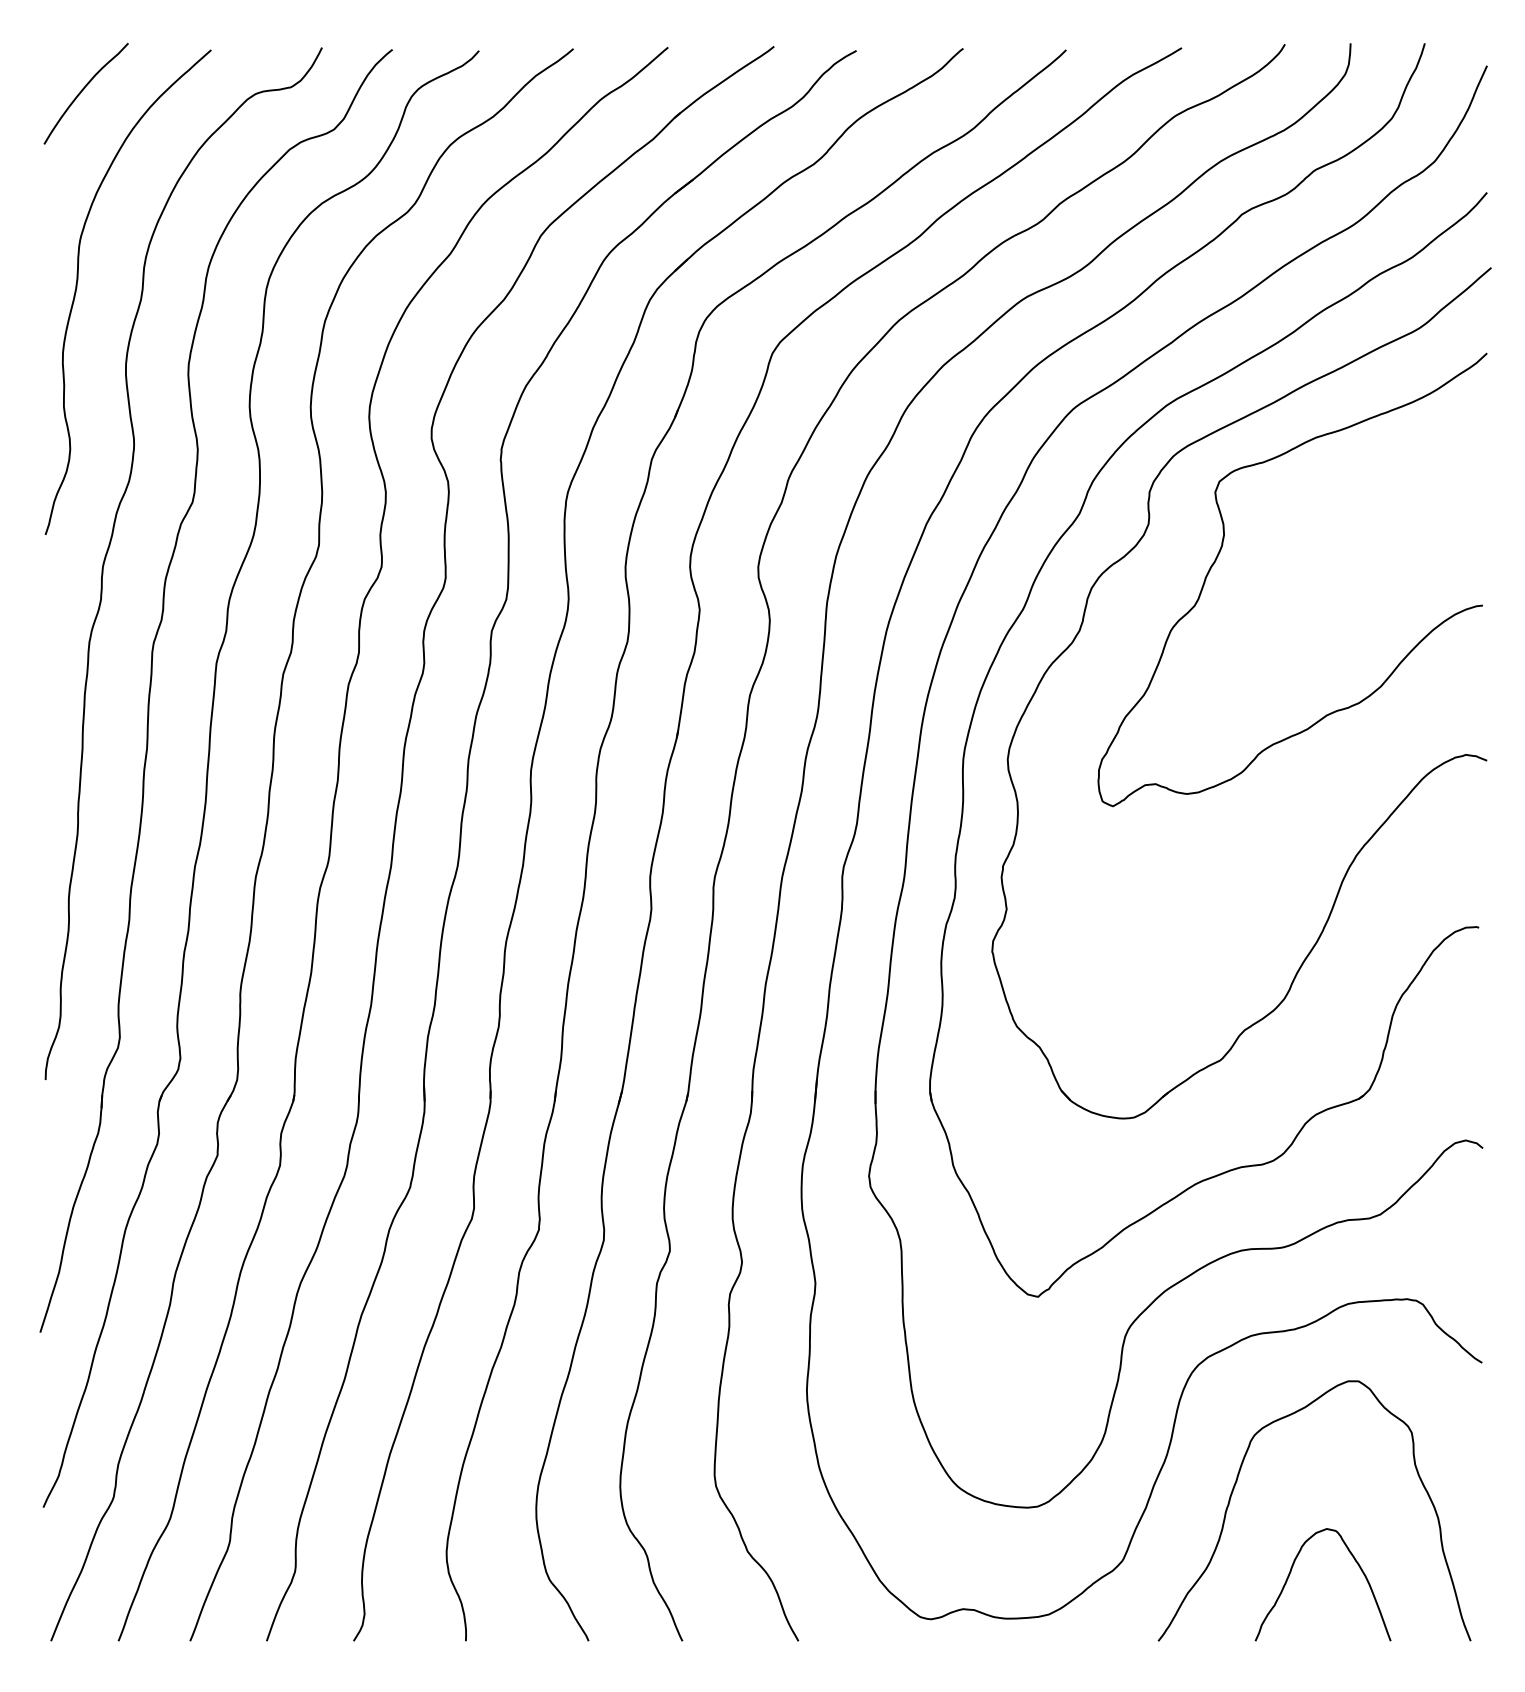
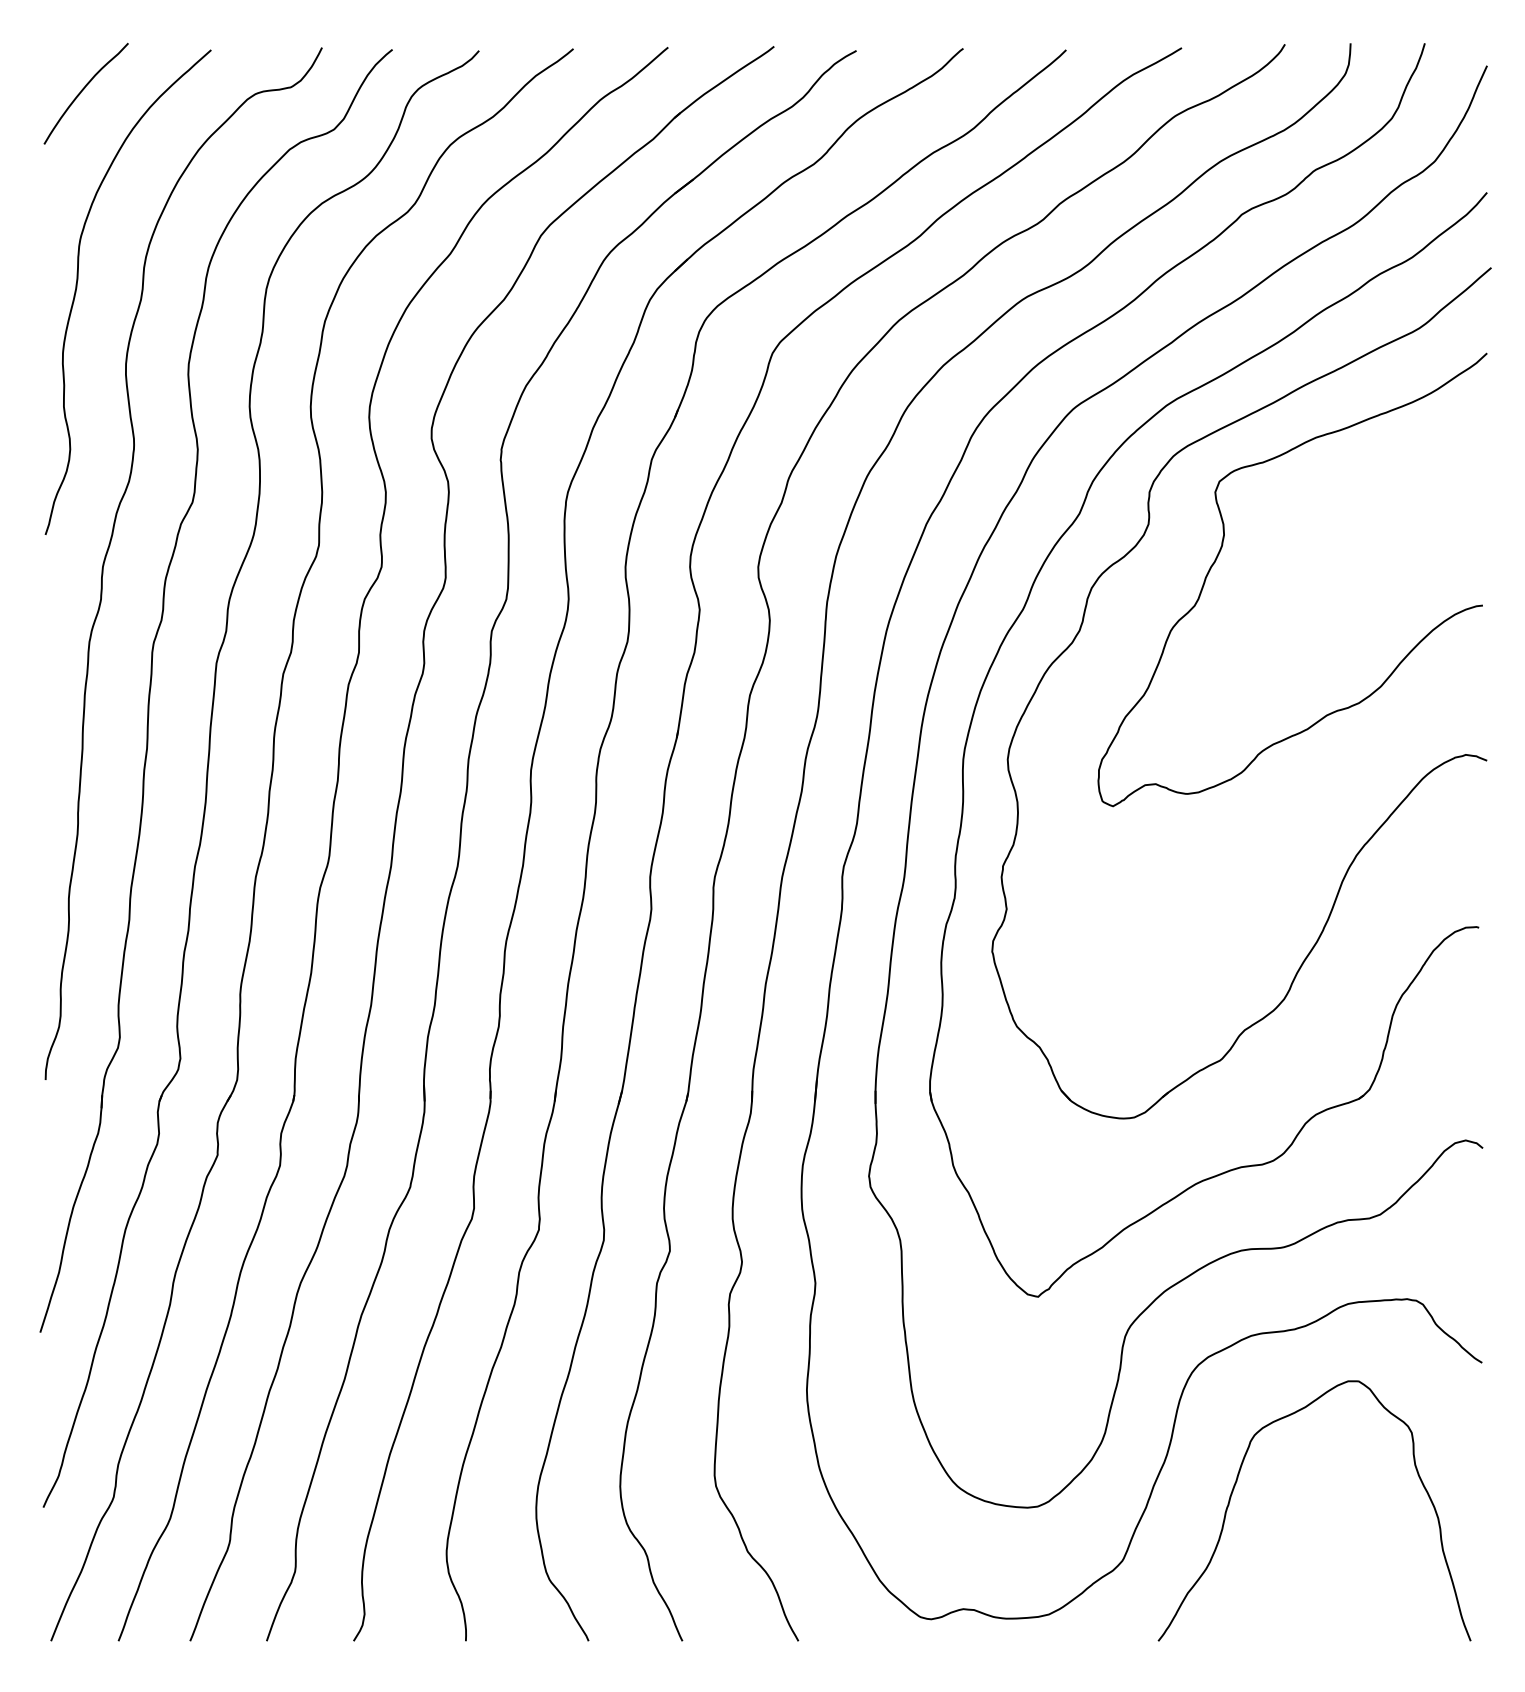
curve at (1291, 1572): present -> none
